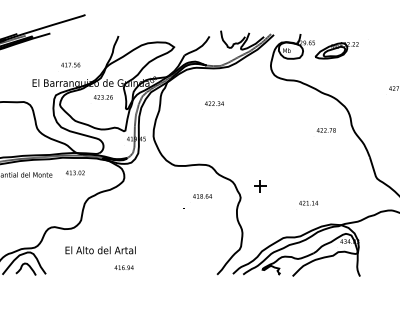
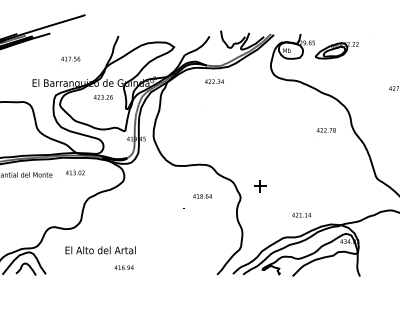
text at (70, 64) position: (70, 64) -> (70, 58)
text at (214, 103) position: (214, 103) -> (214, 81)
text at (308, 203) position: (308, 203) -> (301, 215)
